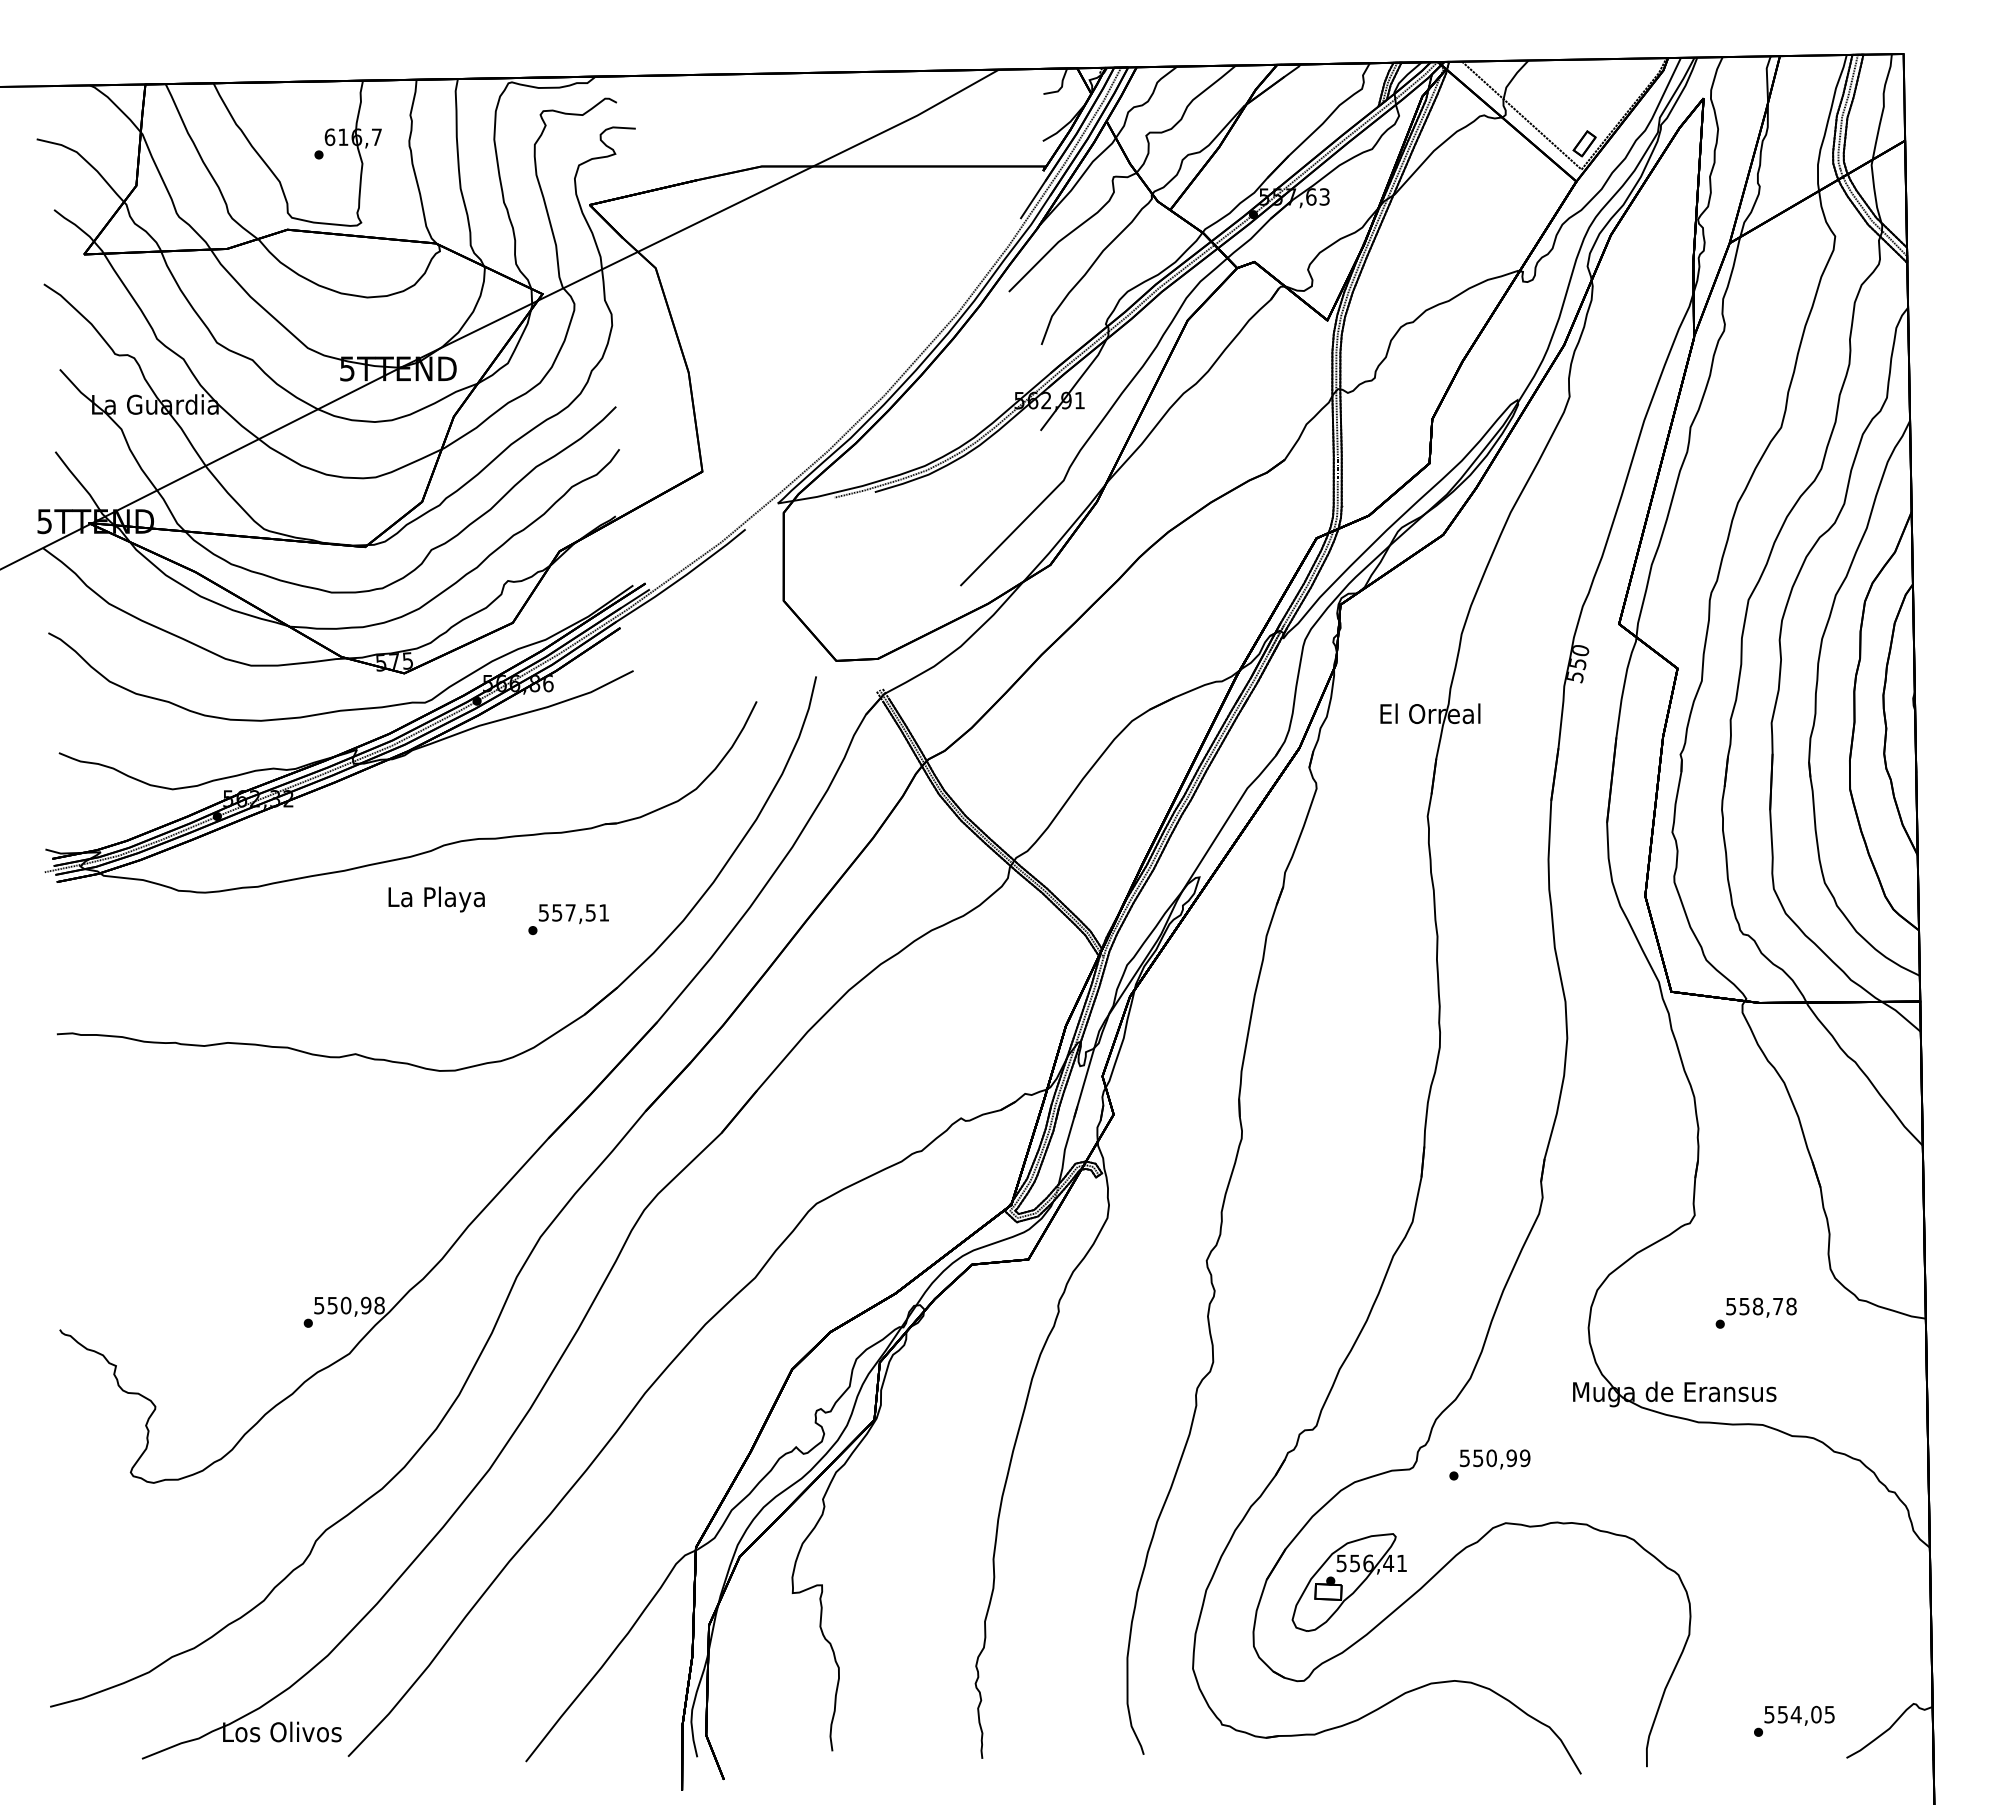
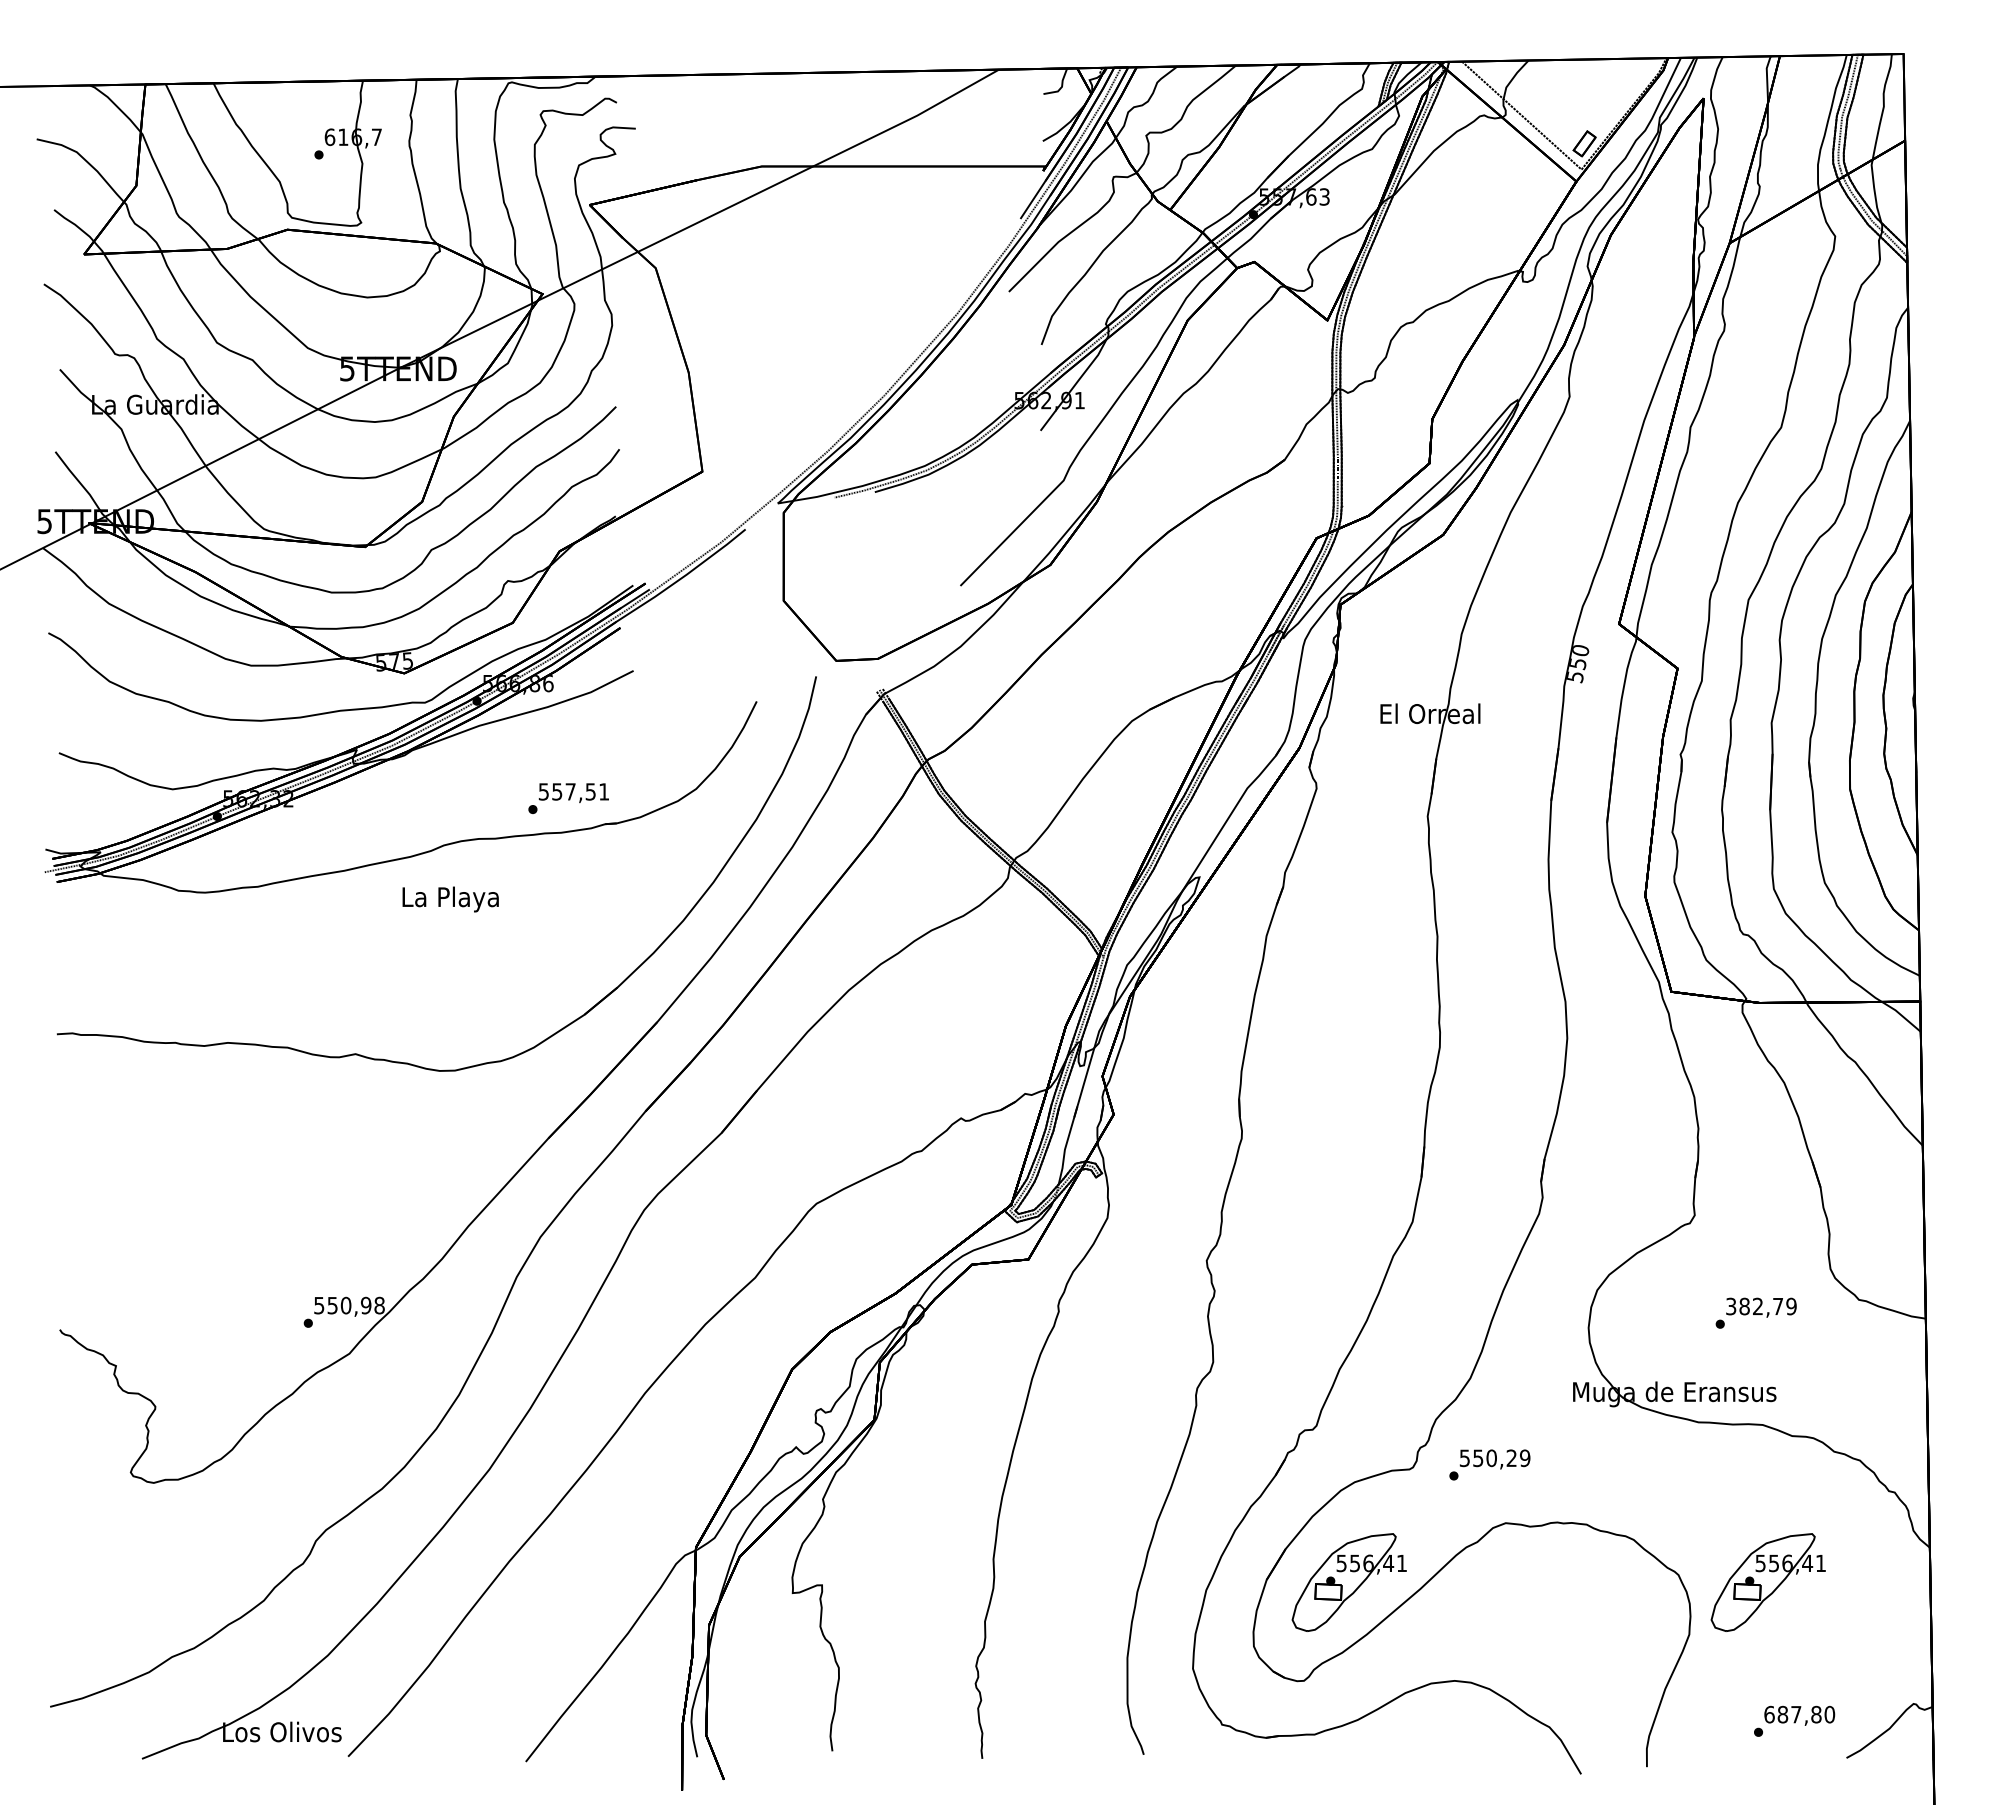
text at (436, 899) position: (436, 899) -> (450, 899)
text at (568, 919) position: (568, 919) -> (568, 798)
text at (1761, 1306): 558,78 -> 382,79
text at (1511, 1458): 550,99 -> 550,29
part at (1767, 1582): none -> present
text at (1799, 1714): 554,05 -> 687,80
